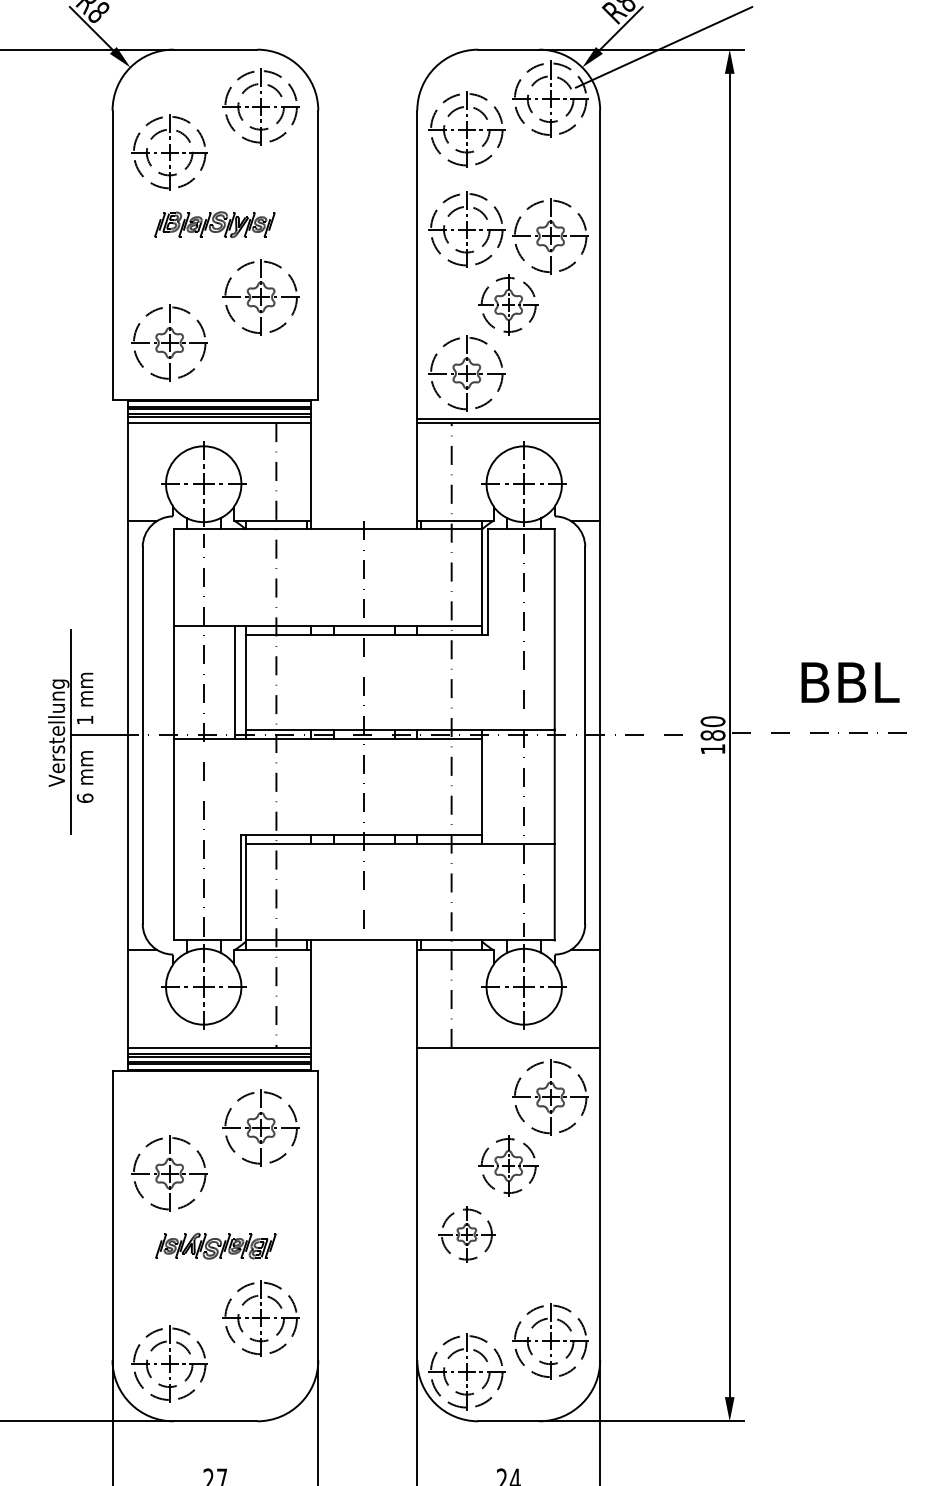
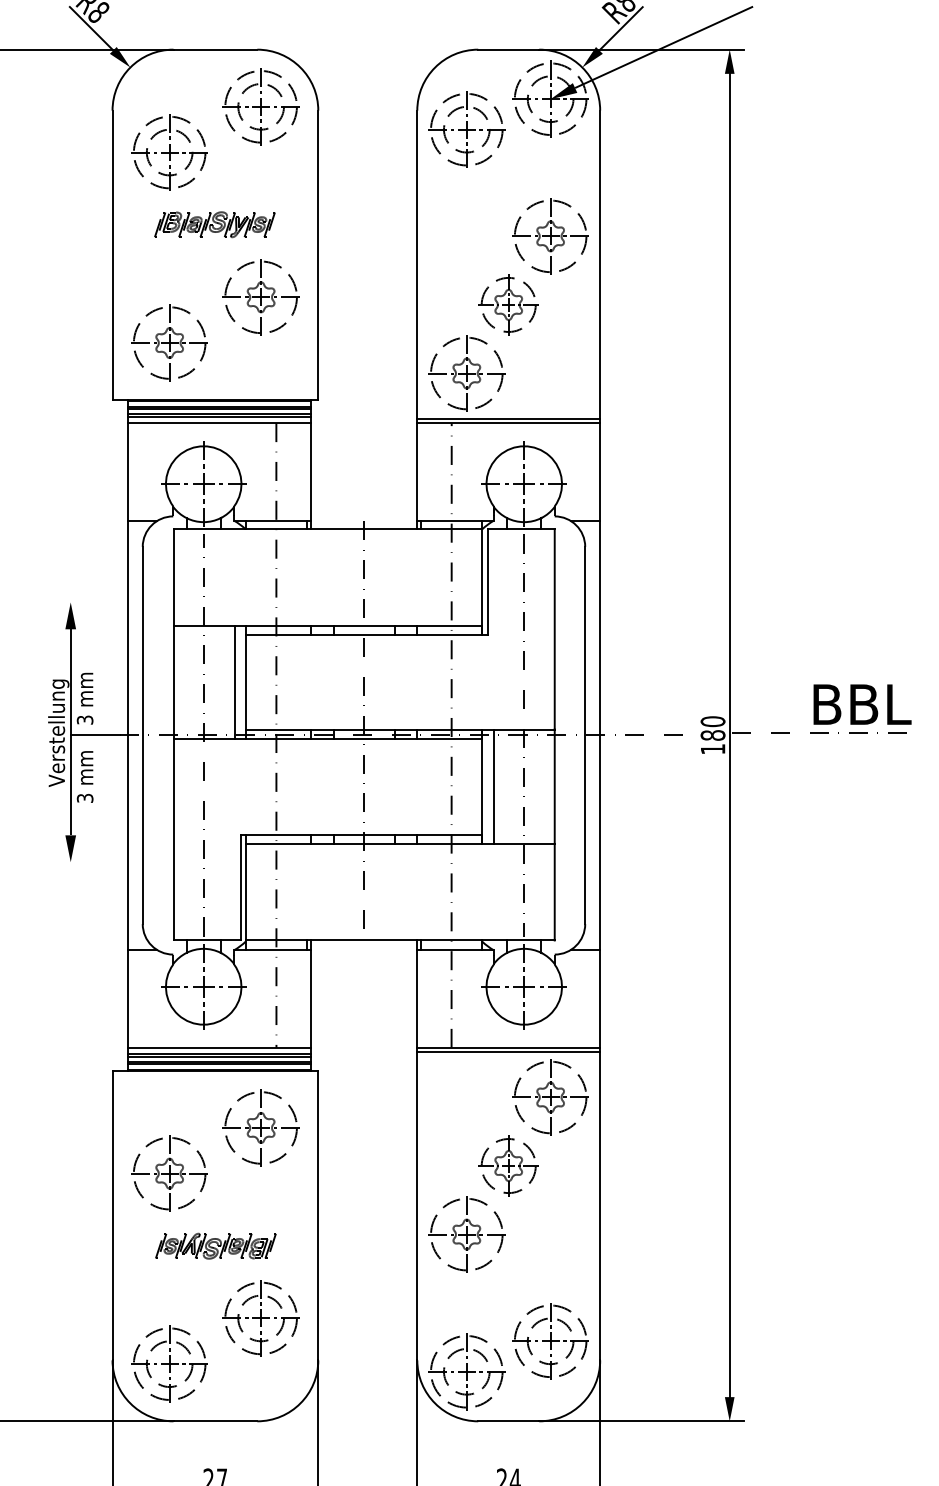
fill at (563, 91): none -> present
part at (466, 229): present -> none
fill at (70, 615): none -> present
text at (850, 682) position: (850, 682) -> (862, 704)
text at (84, 719): 1 -> 3
line at (493, 786): none -> present
text at (84, 797): 6 -> 3
fill at (70, 848): none -> present
line at (508, 1051): none -> present
part at (466, 1234) size: 58x57 px -> 78x77 px
